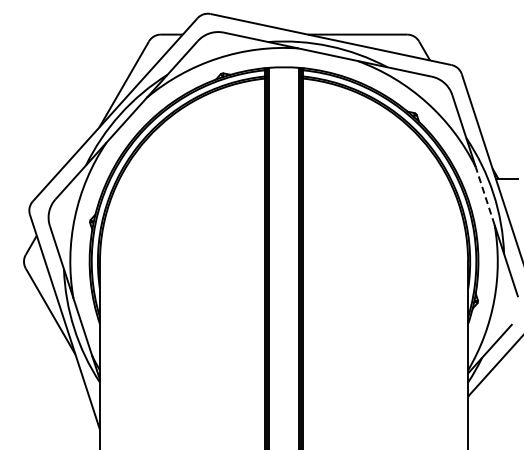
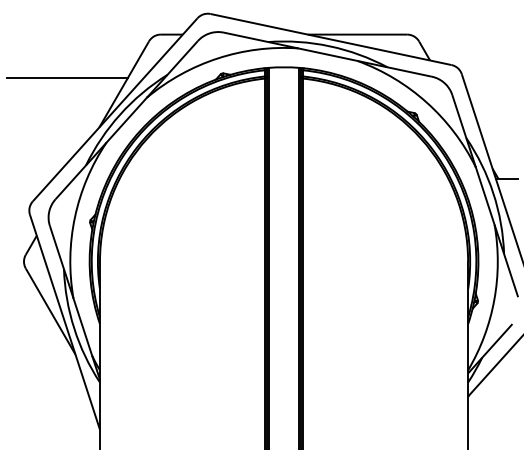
line at (67, 77): none -> present
line at (485, 195): dashed -> solid
